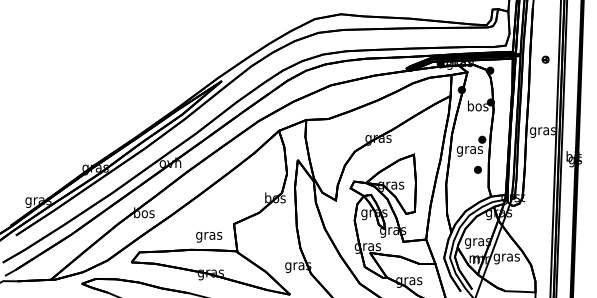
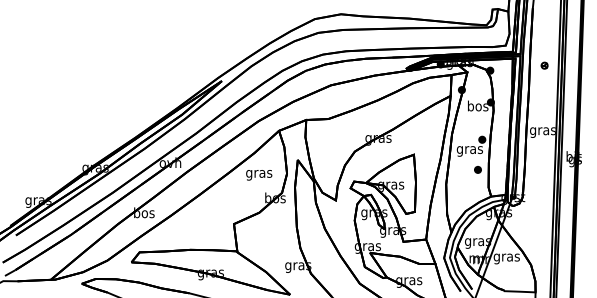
part at (545, 59) position: (545, 59) -> (544, 65)
text at (209, 237) position: (209, 237) -> (259, 175)
